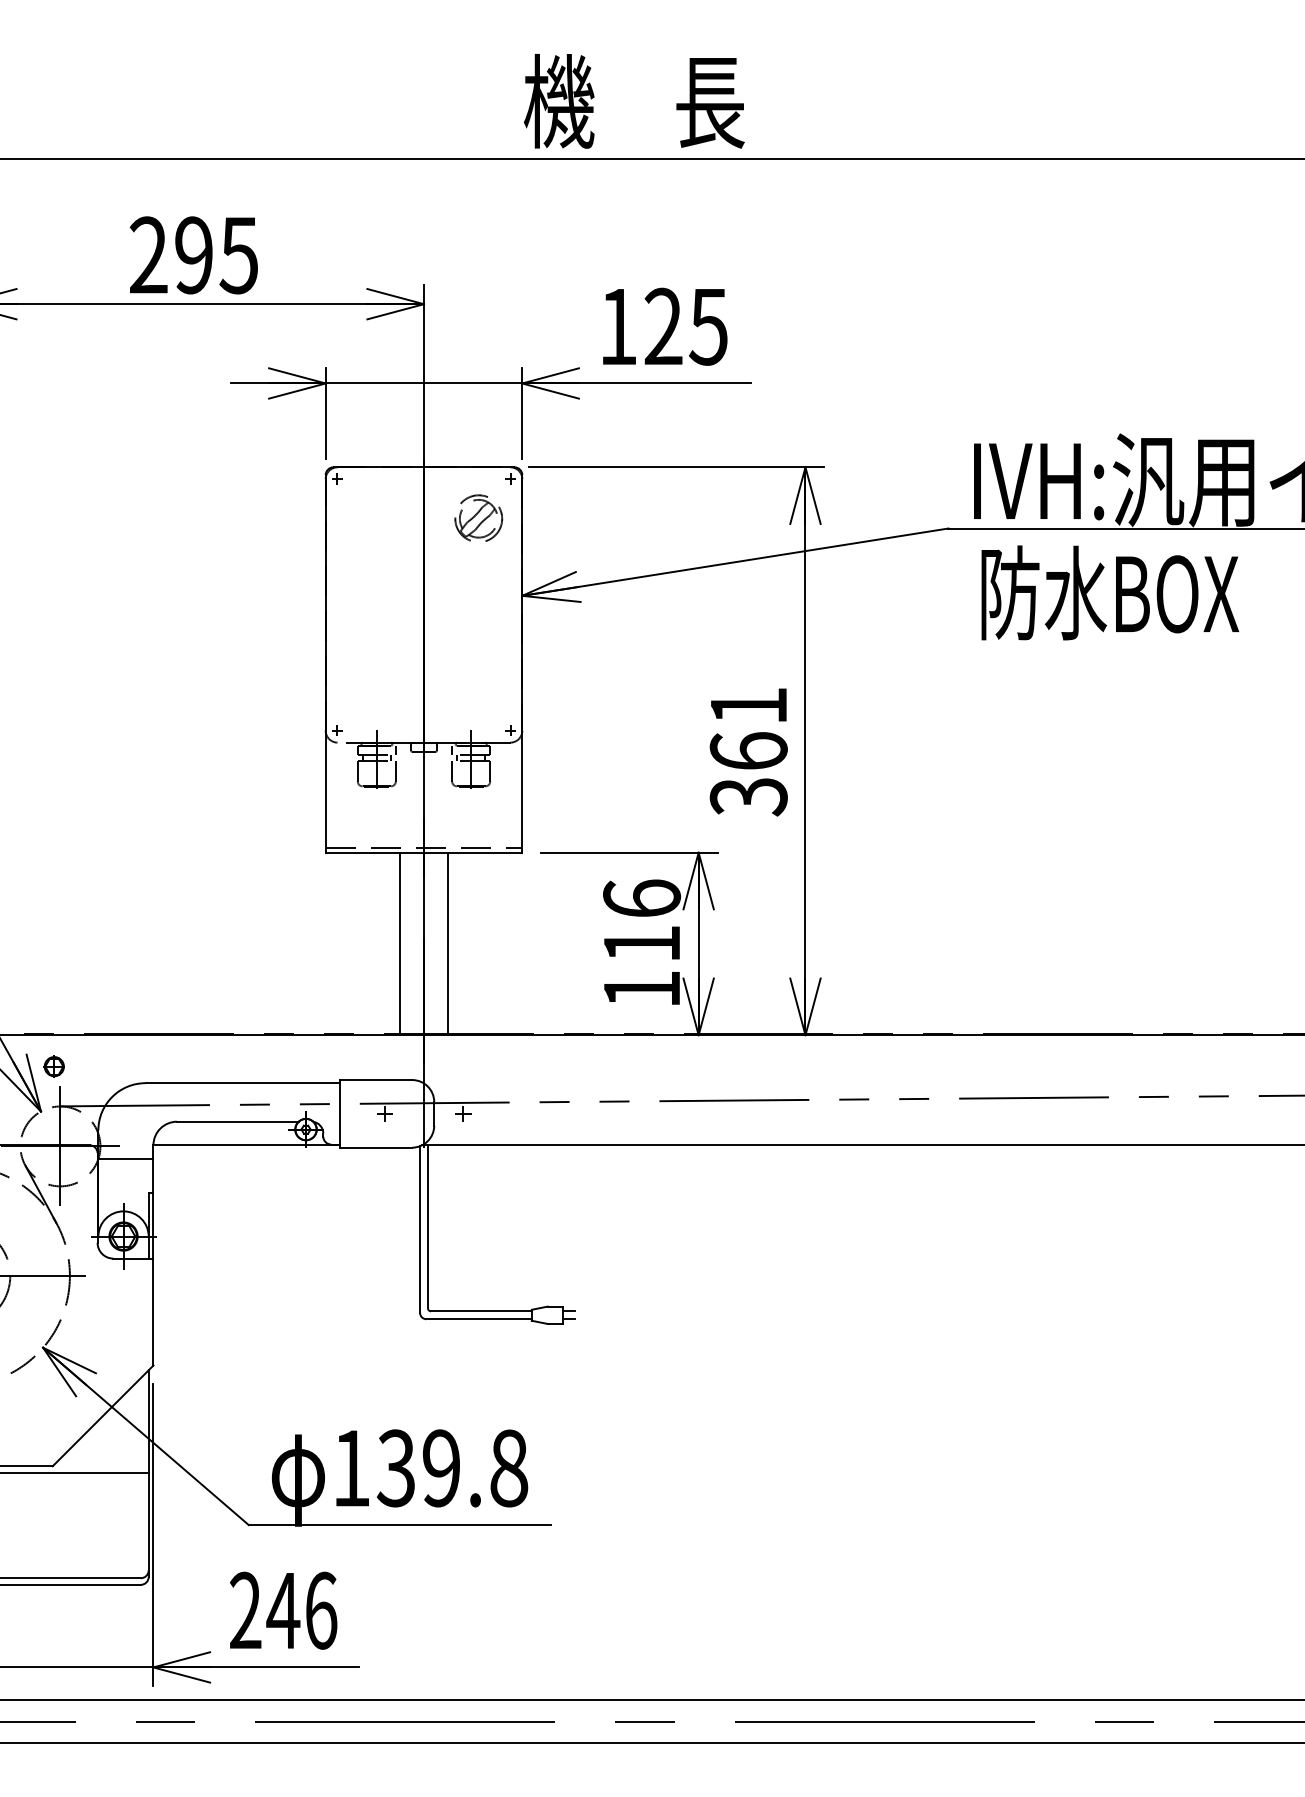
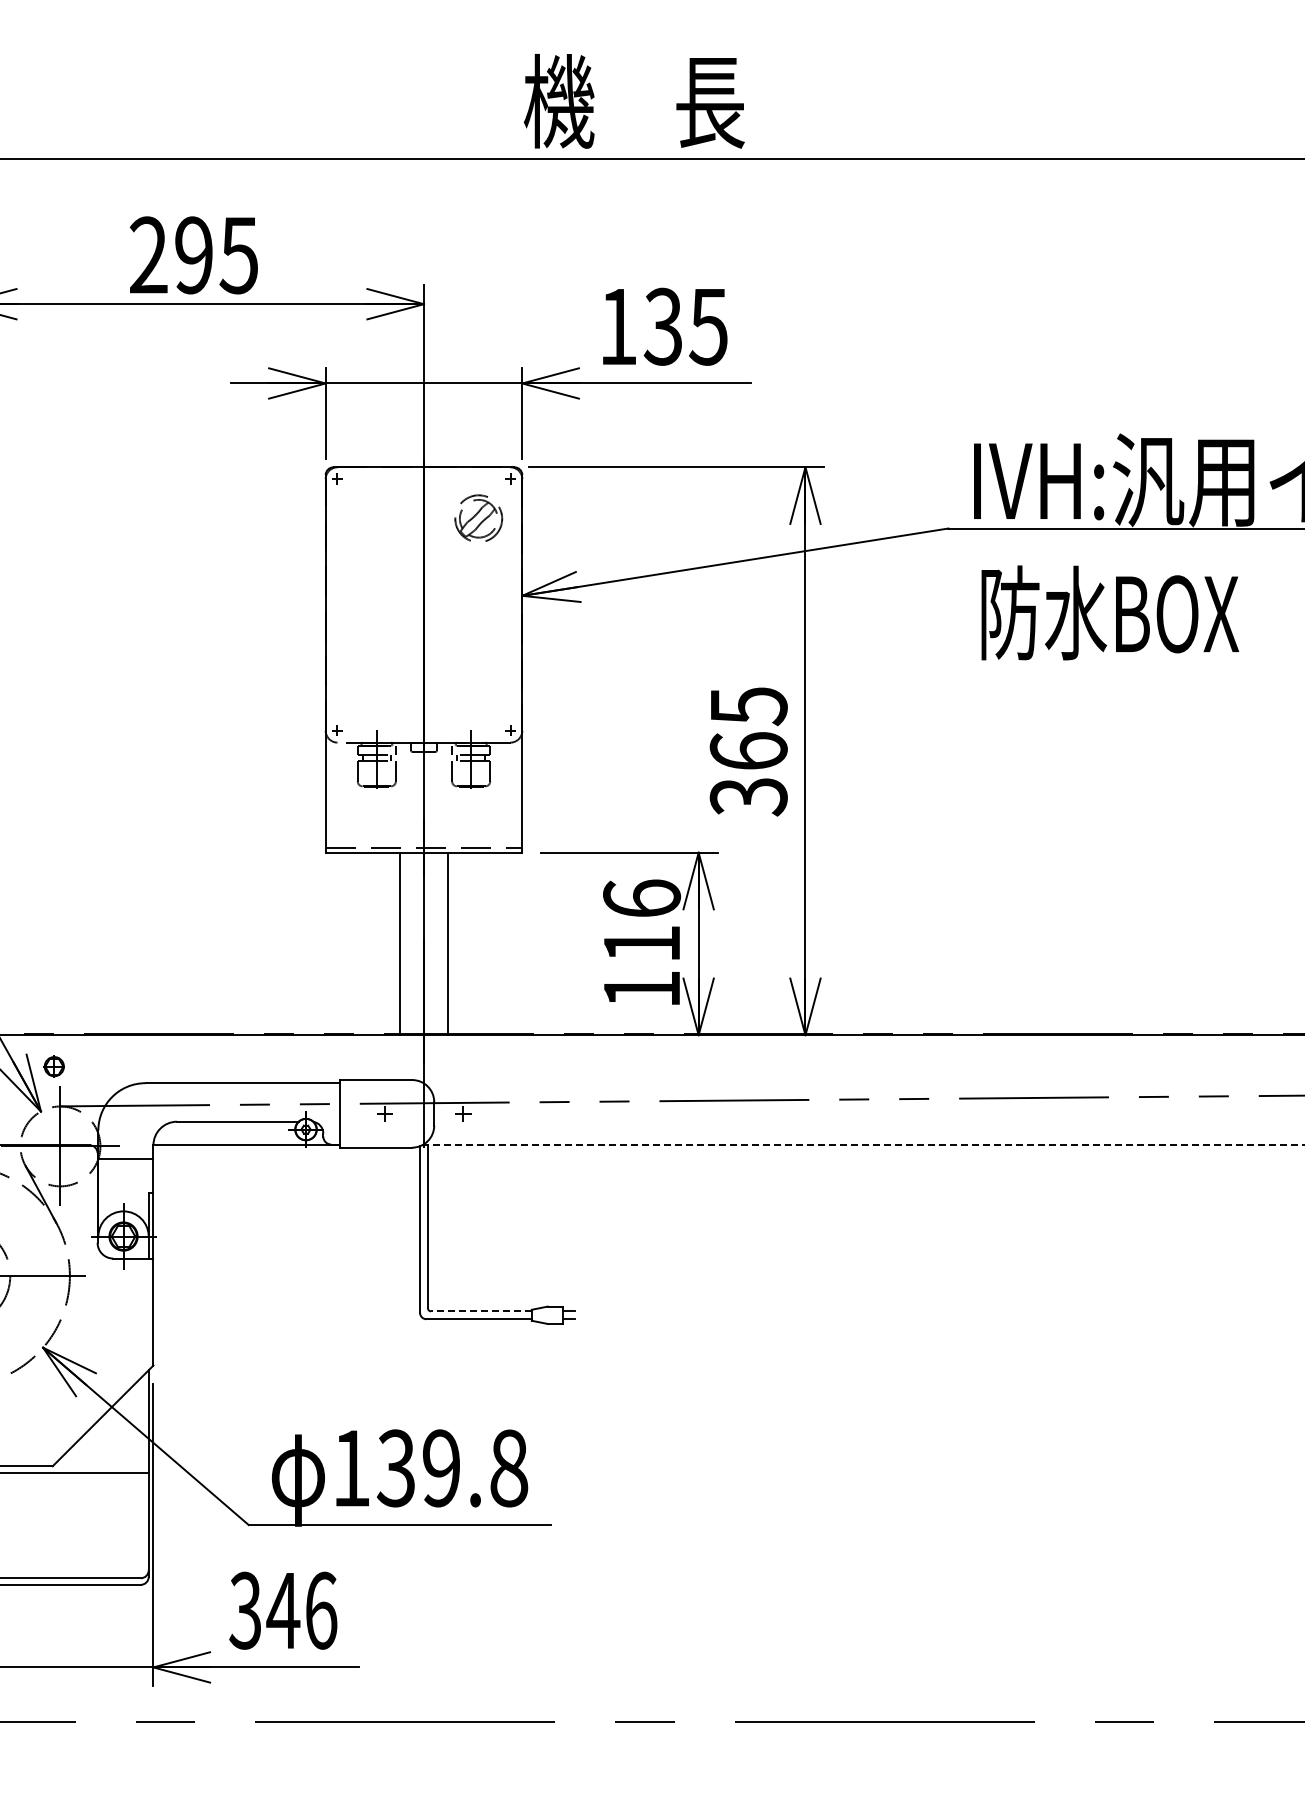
text at (662, 326): 125 -> 135
text at (1110, 592) position: (1110, 592) -> (1110, 612)
text at (749, 706): 361 -> 365
line at (863, 1145): solid -> dashed
line at (480, 1311): solid -> dashed
text at (245, 1610): 246 -> 346
line at (651, 1700): present -> none
line at (651, 1743): present -> none
